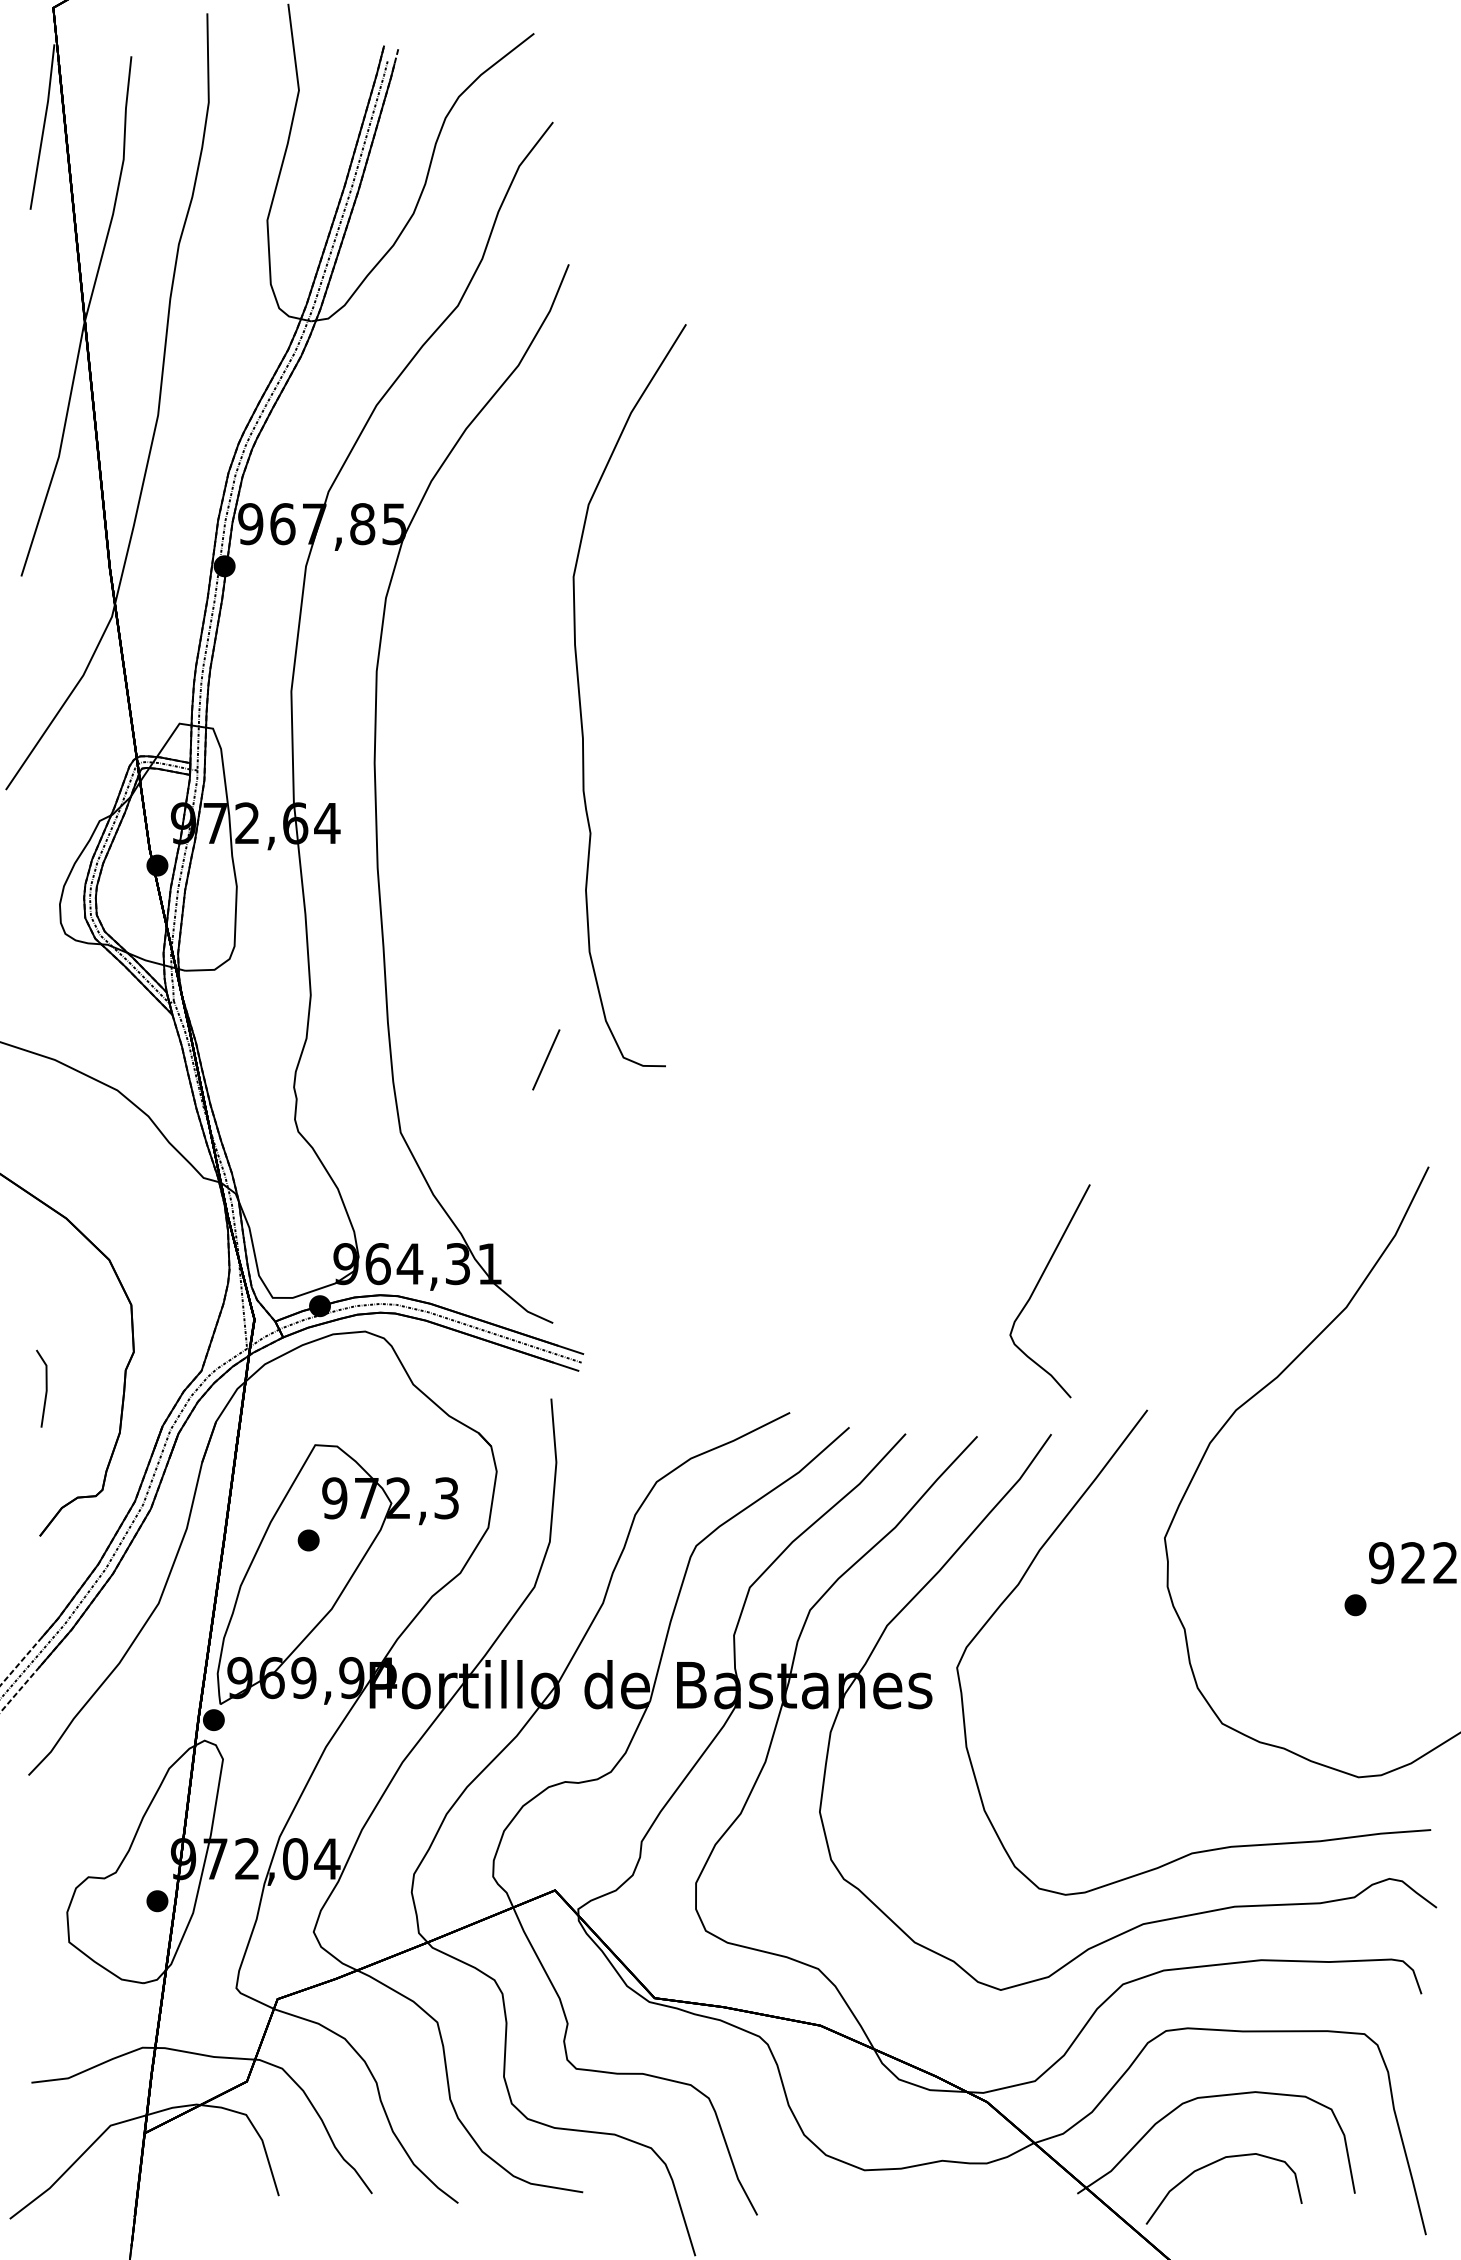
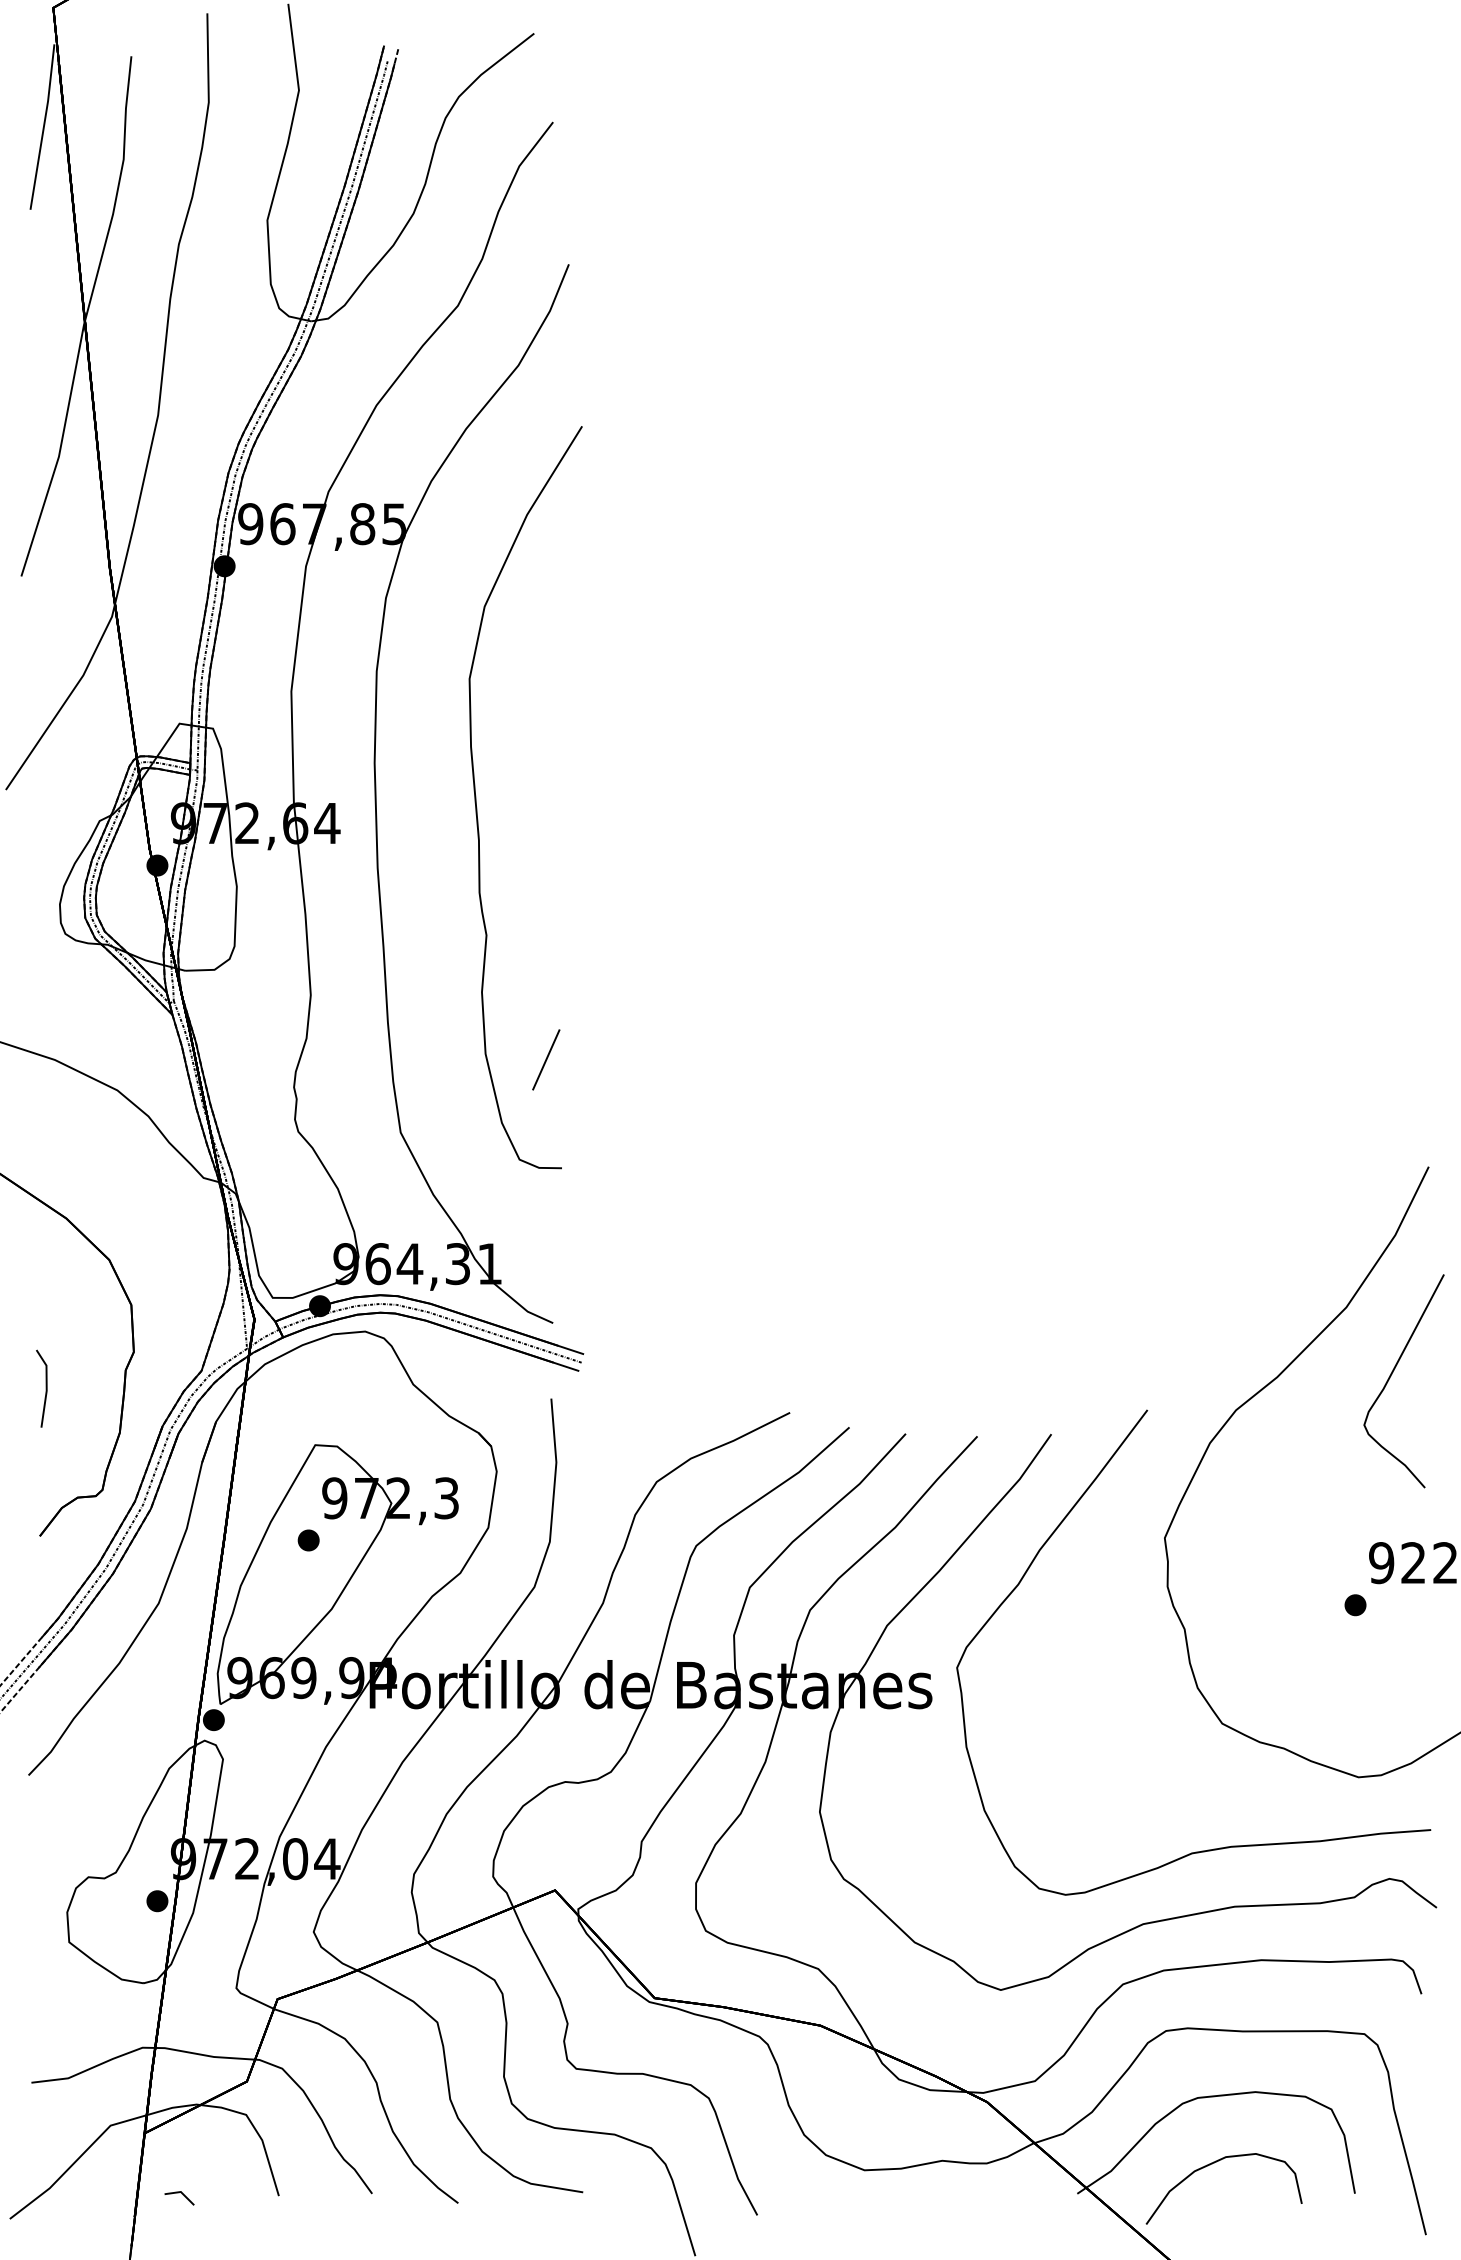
curve at (580, 695) position: (580, 695) -> (476, 797)
curve at (1037, 1286) position: (1037, 1286) -> (1391, 1376)
line at (179, 2193): none -> present
